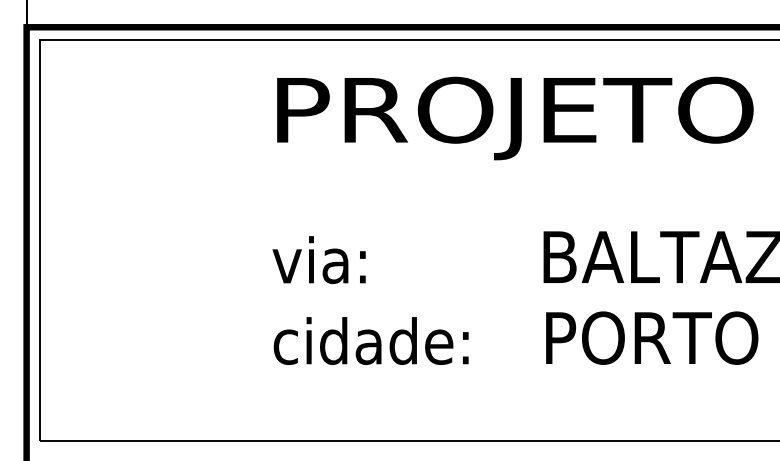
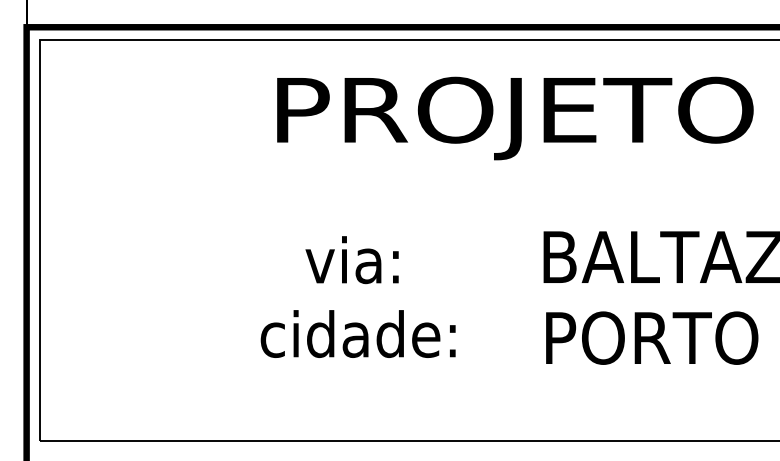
text at (318, 260) position: (318, 260) -> (351, 260)
text at (370, 340) position: (370, 340) -> (357, 333)
